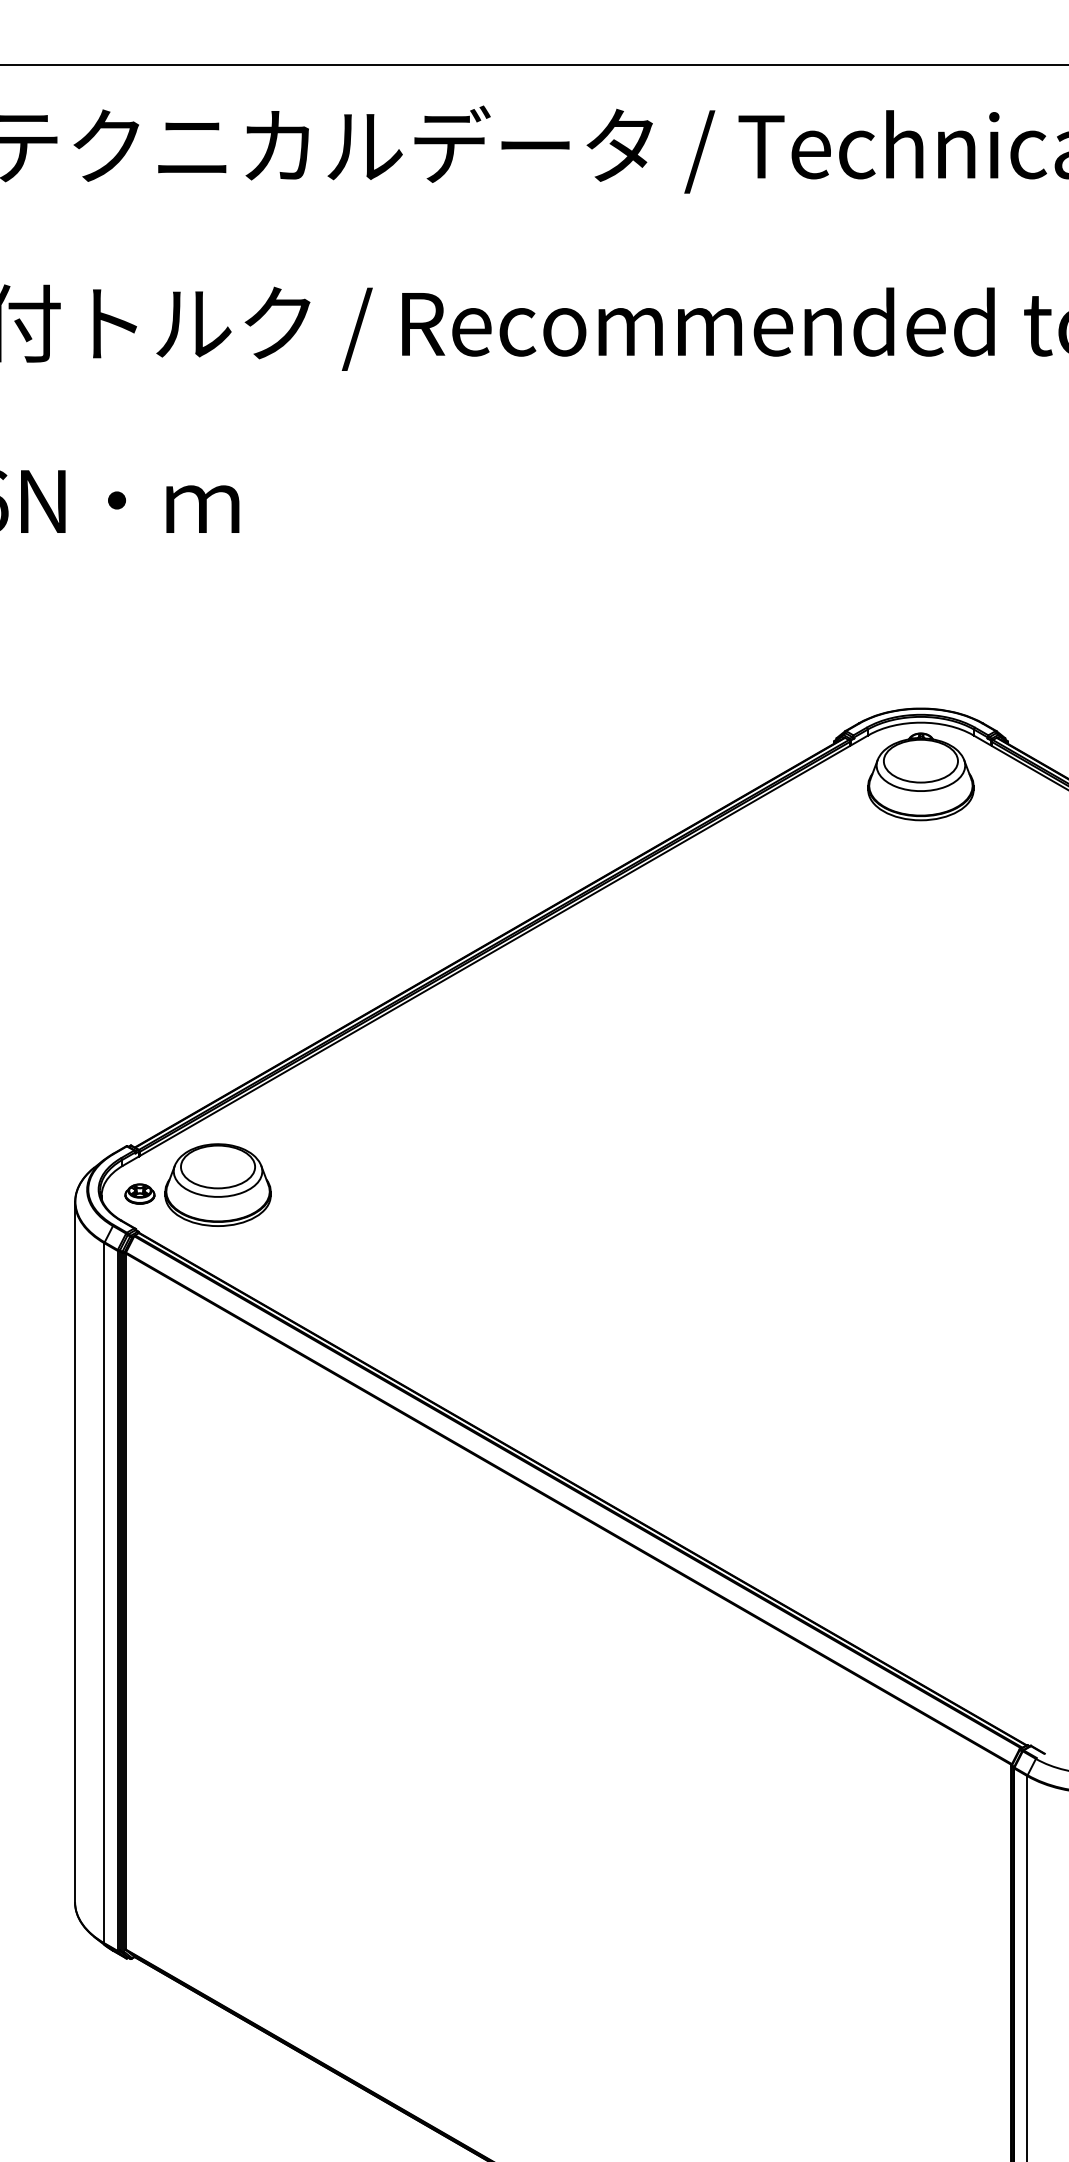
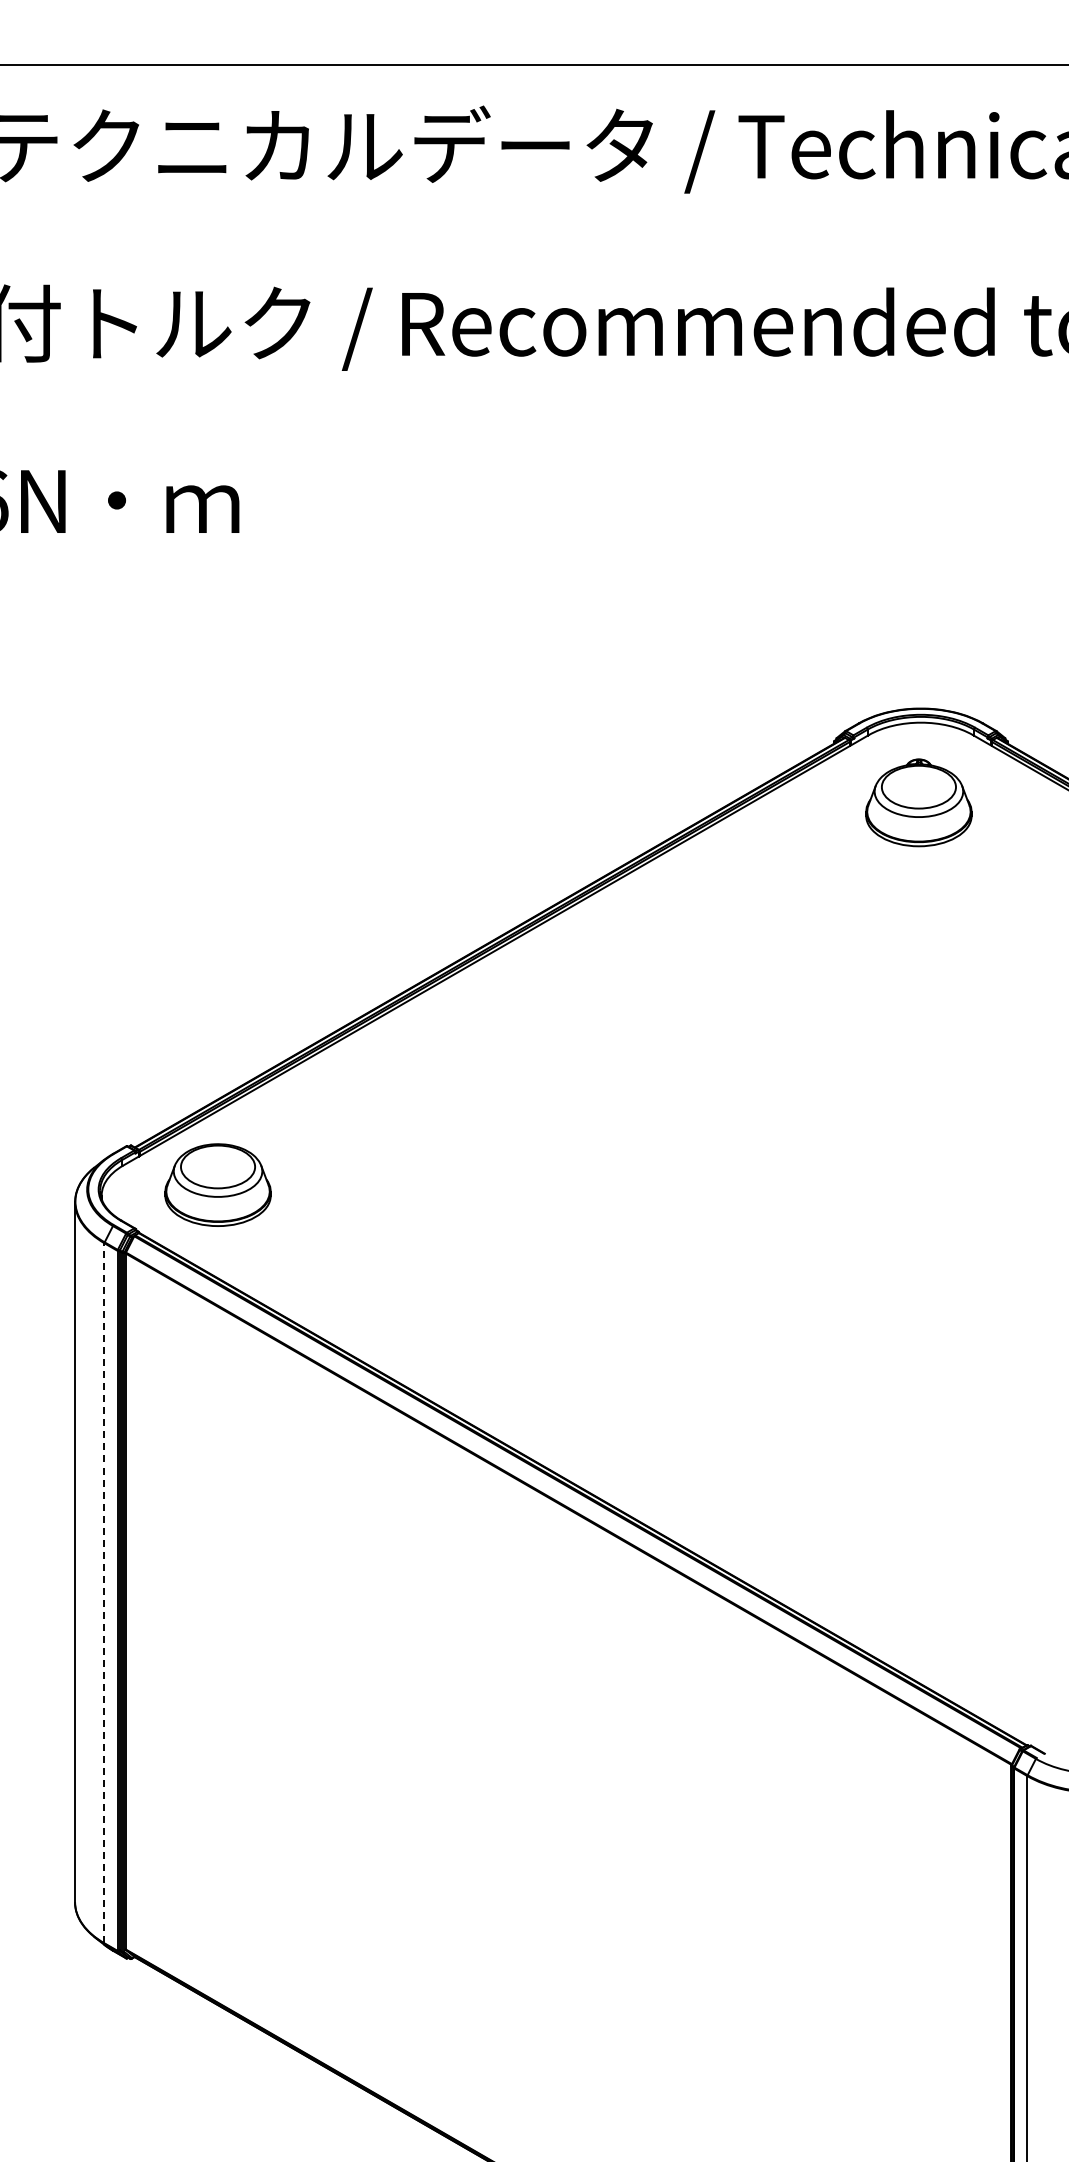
part at (920, 776) position: (920, 776) -> (918, 802)
part at (139, 1193): present -> none
line at (104, 1592): solid -> dashed
